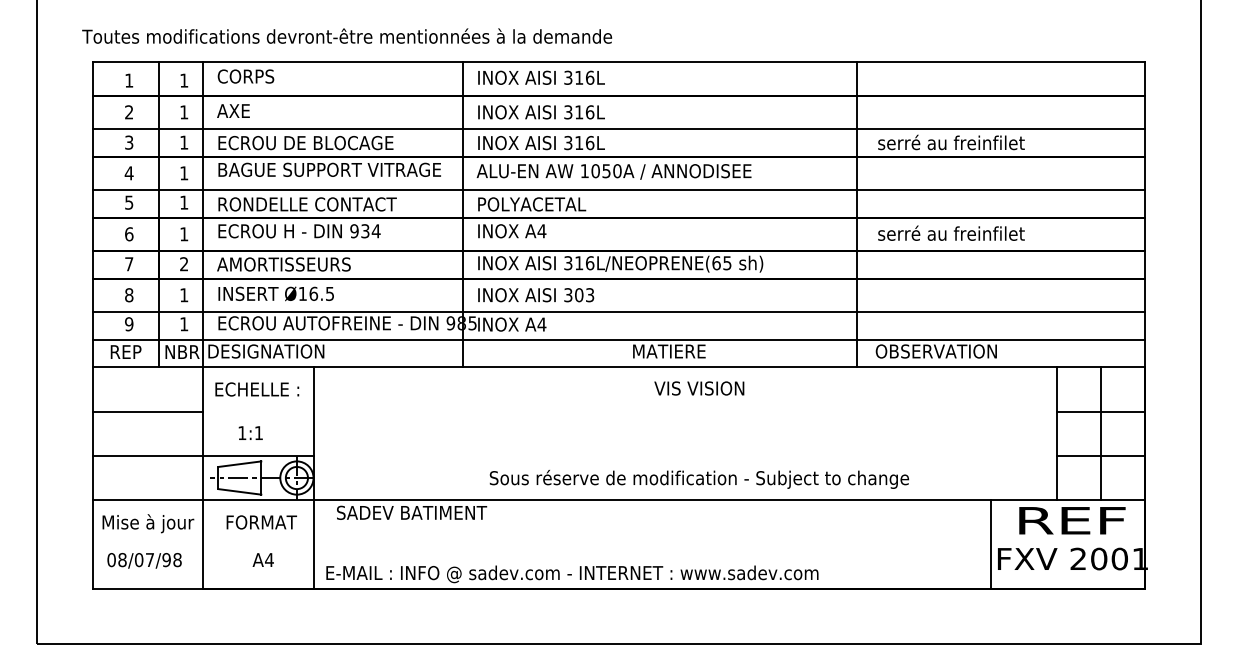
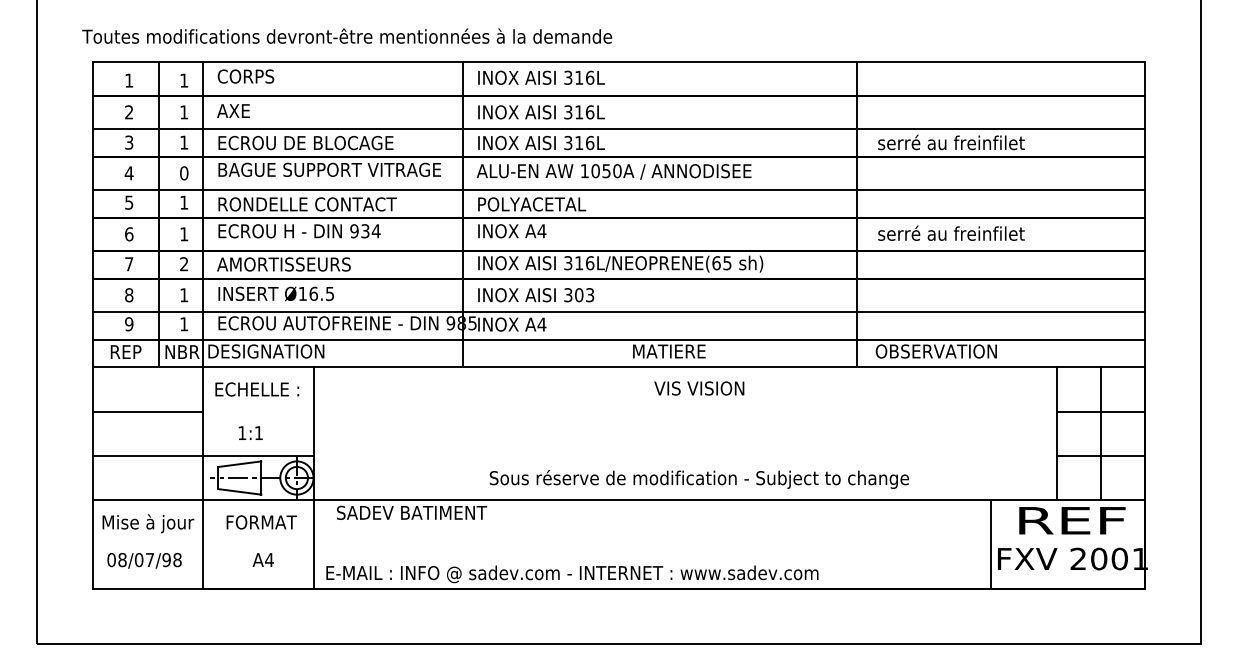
text at (184, 173): 1 -> 0
